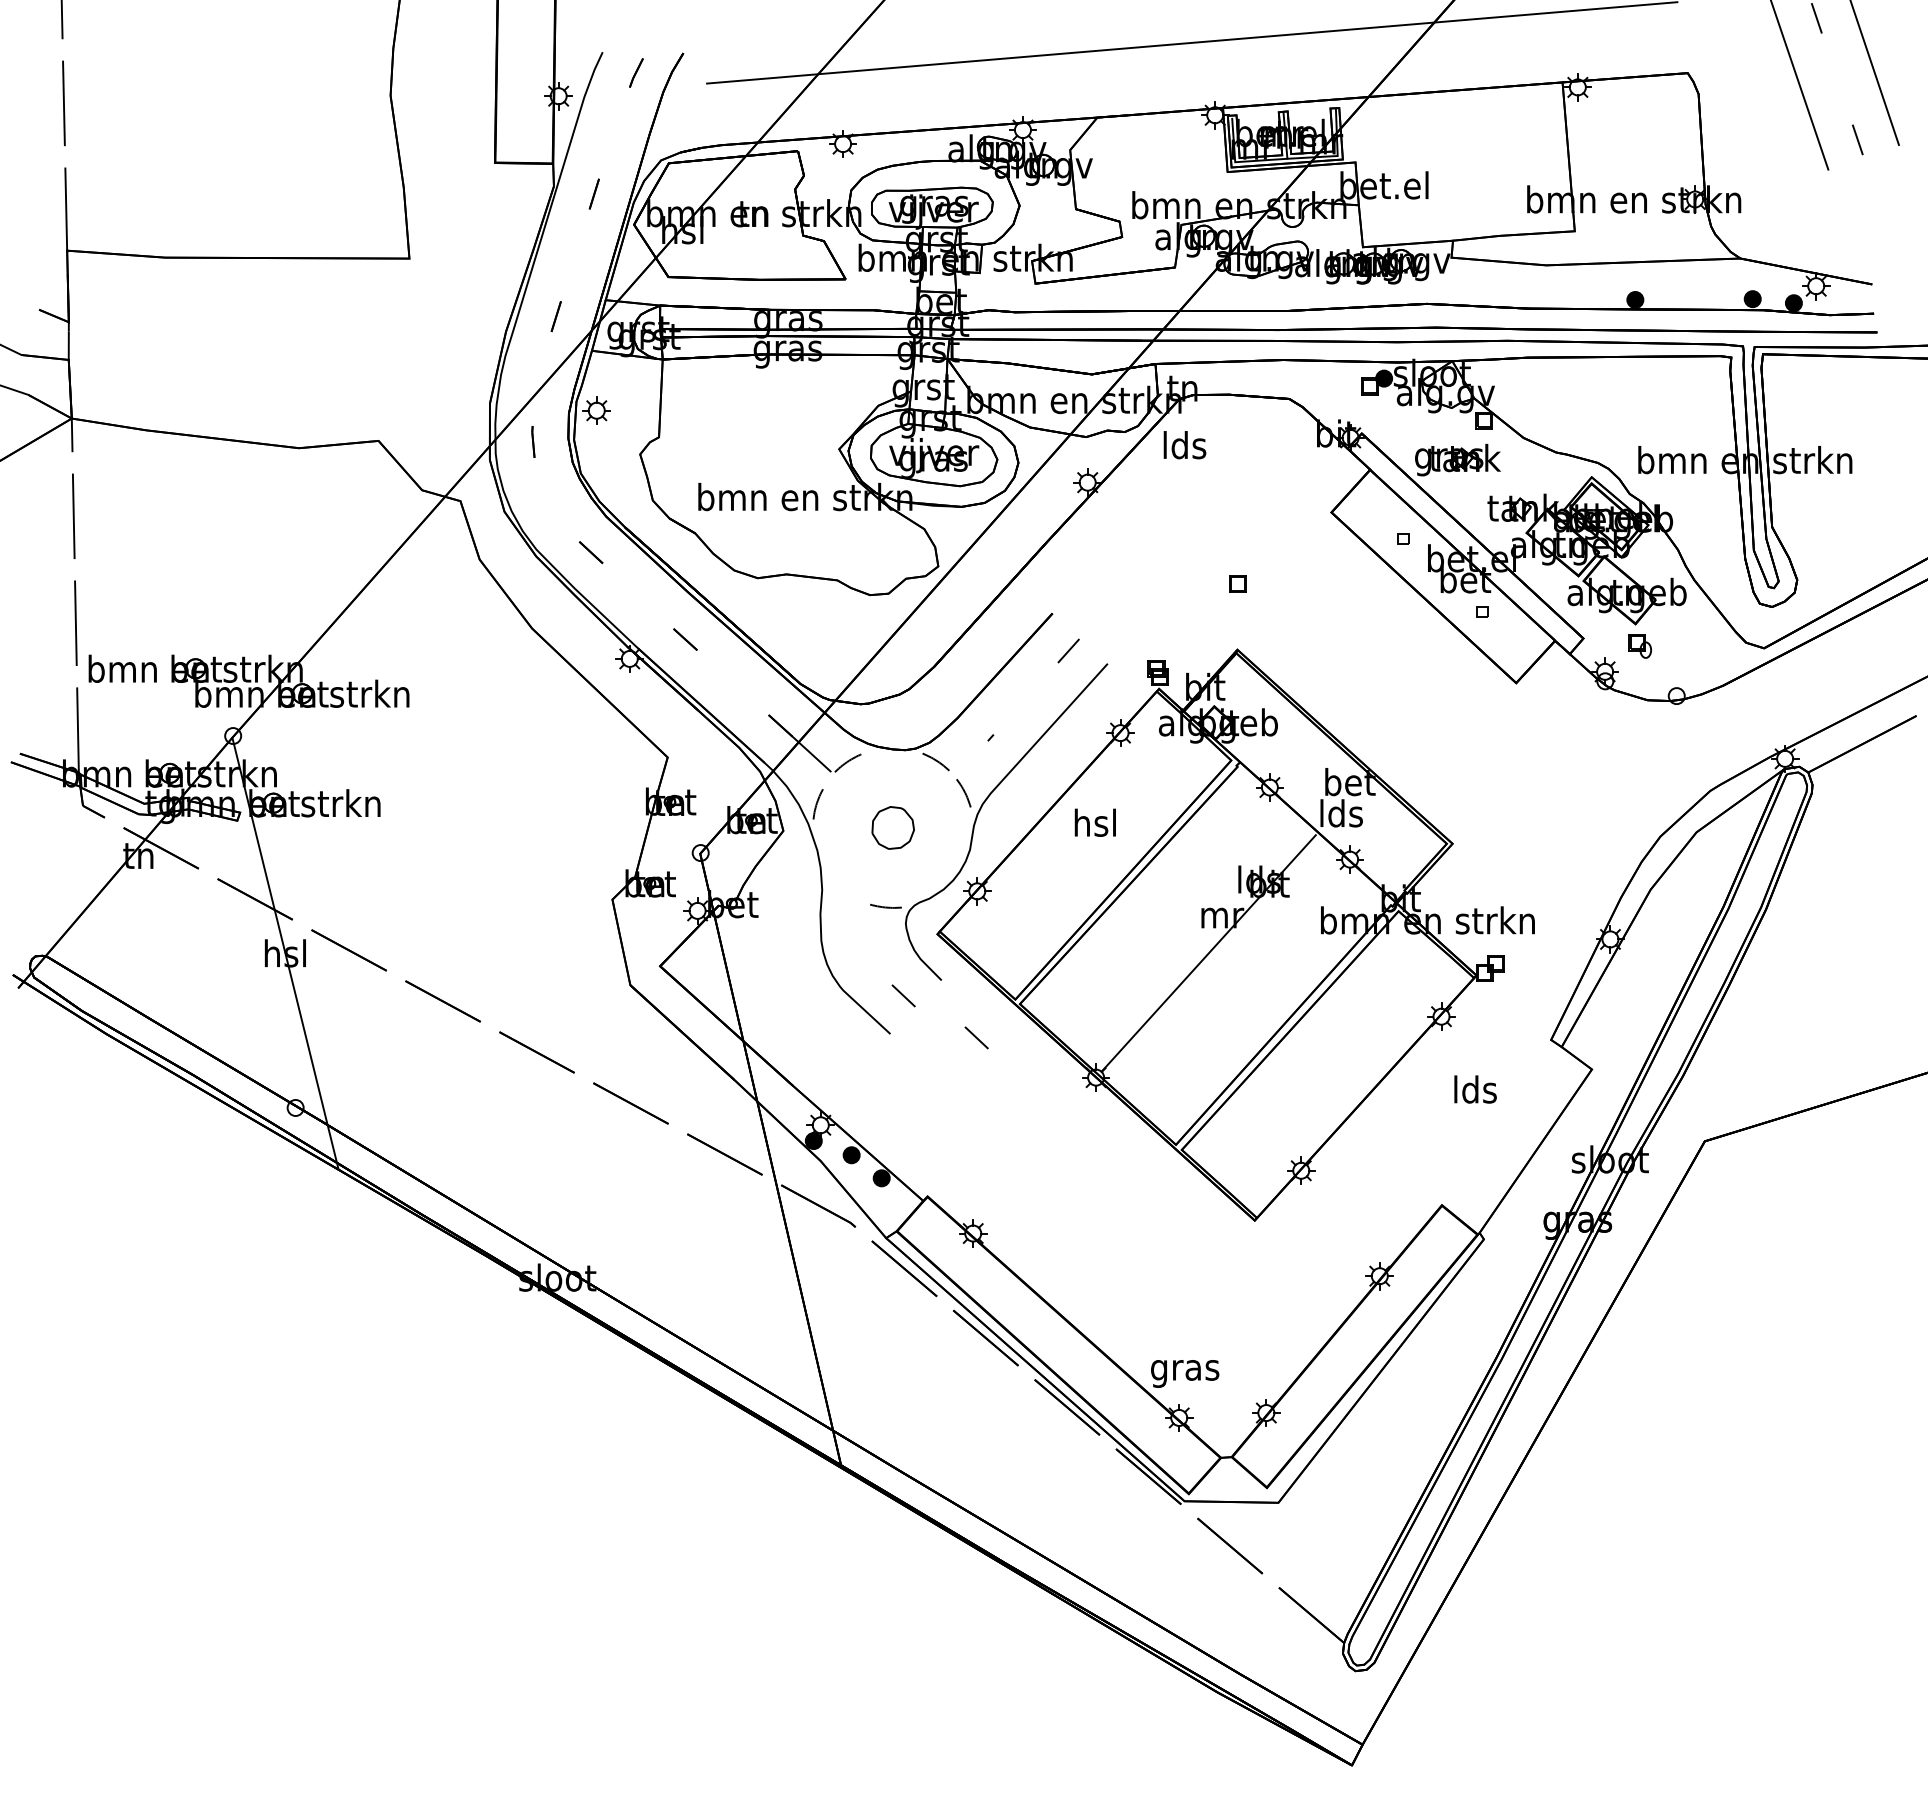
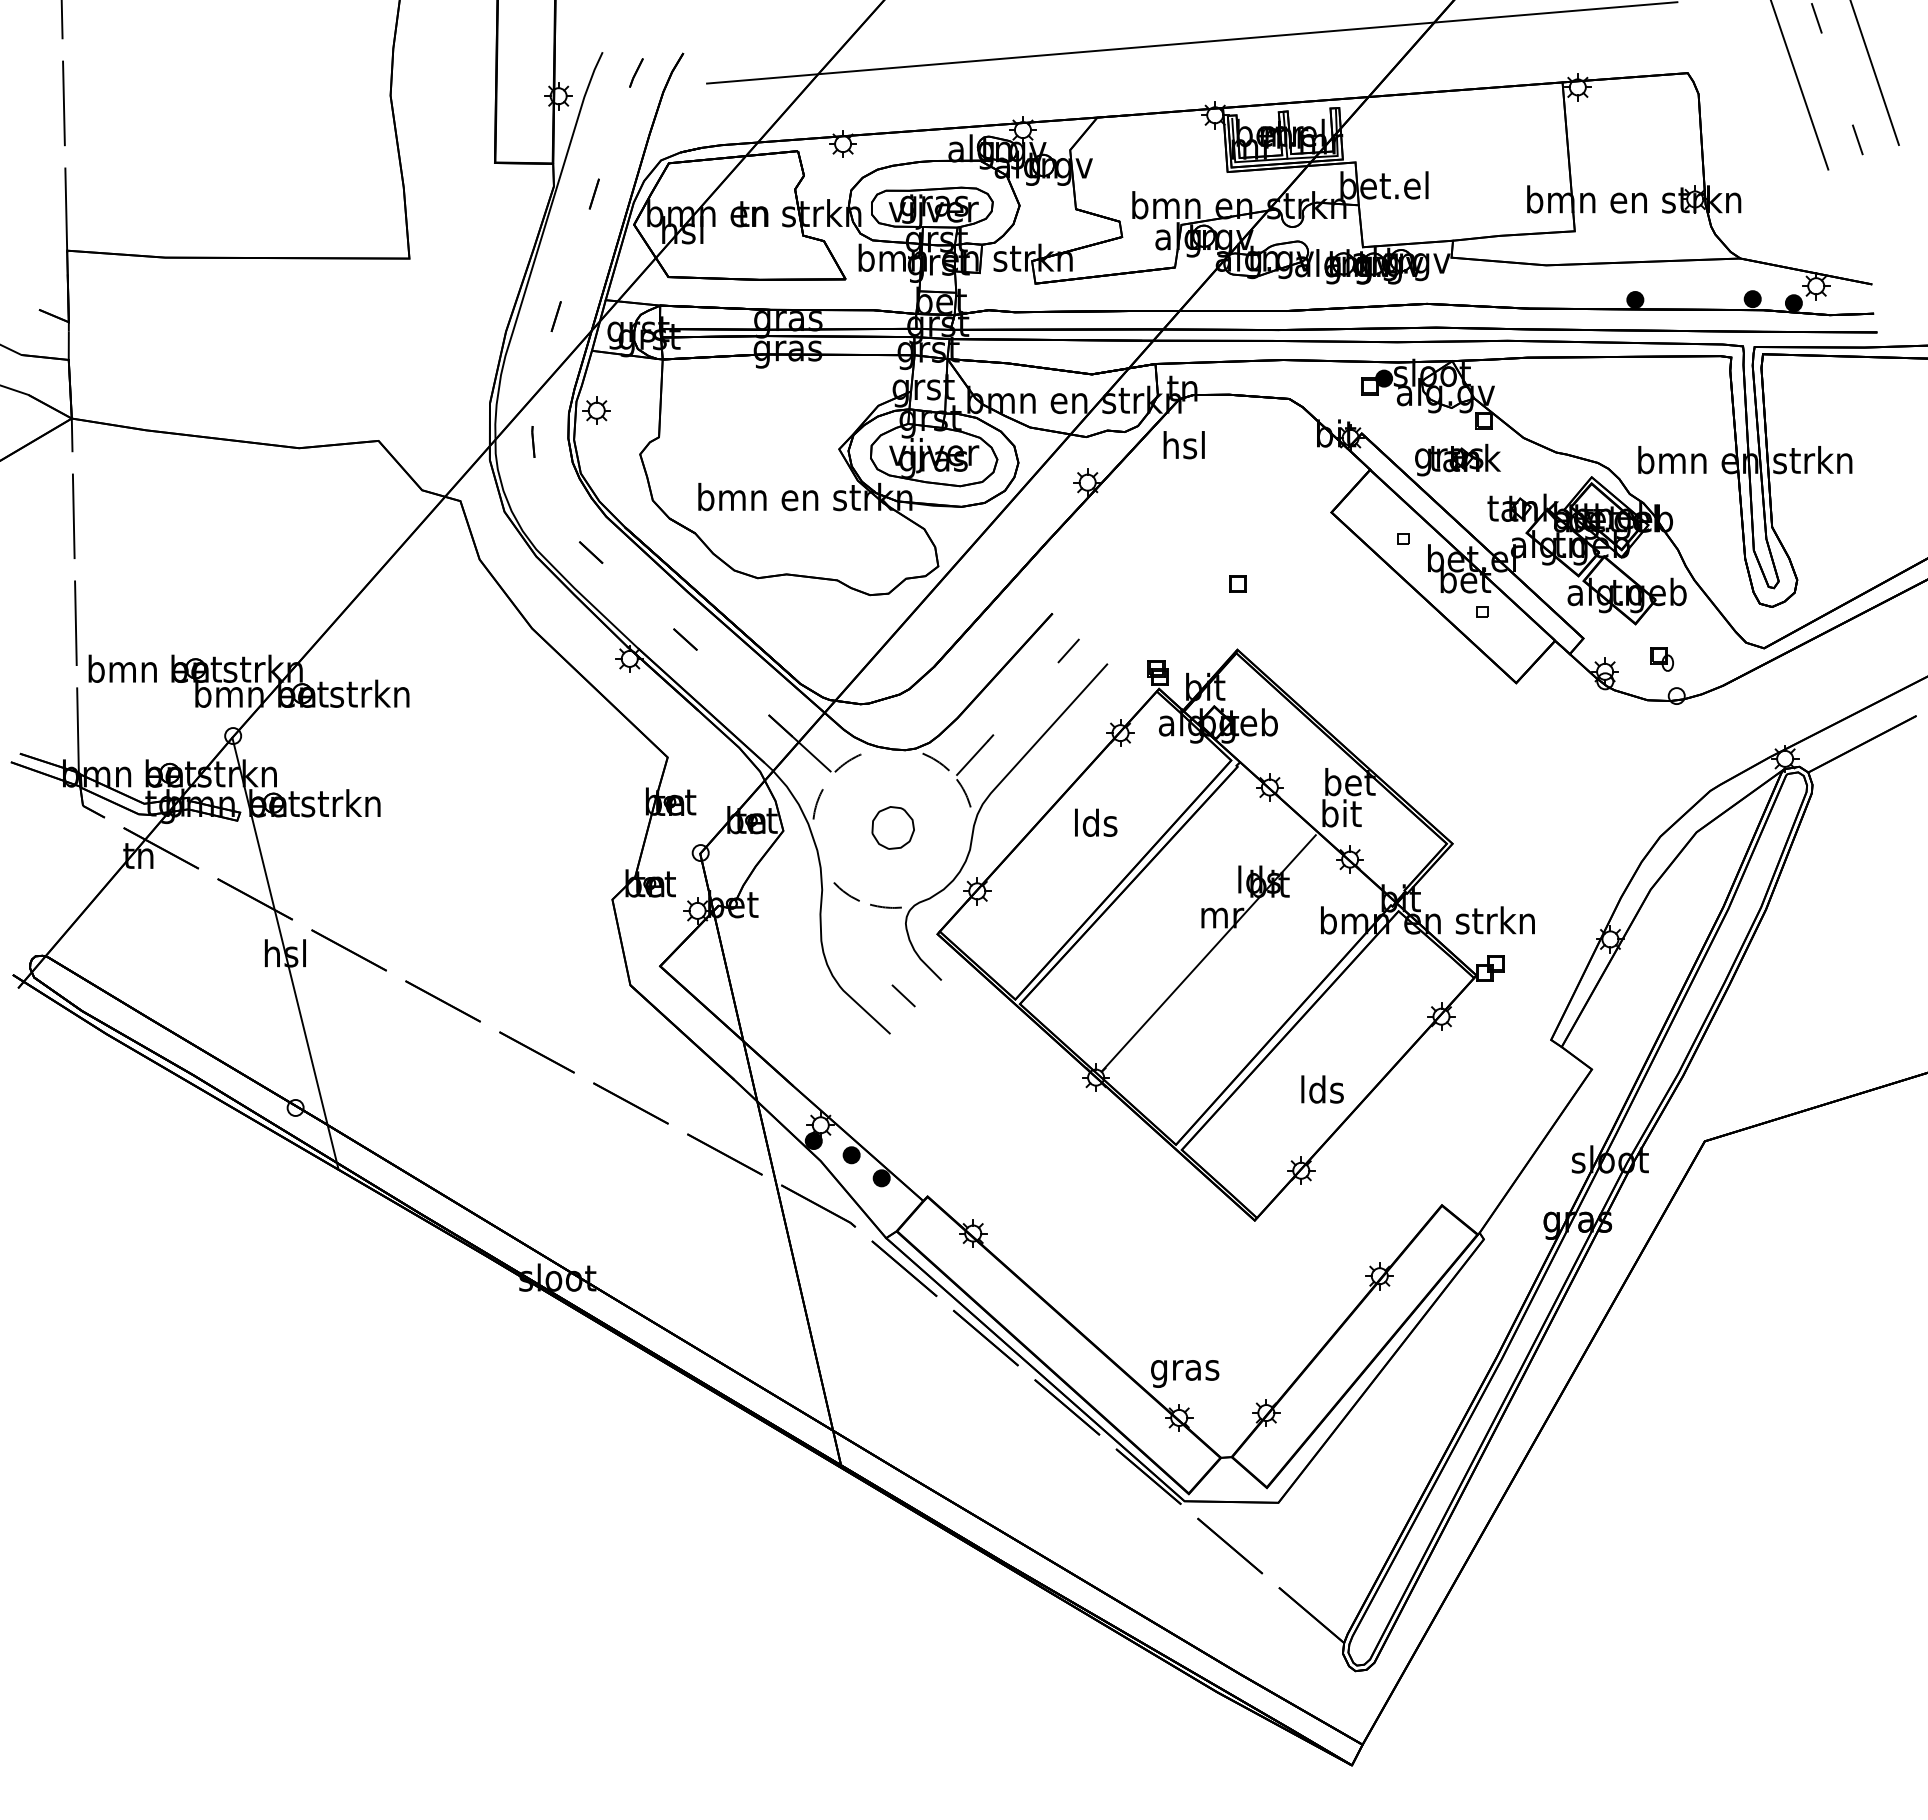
text at (1184, 445): lds -> hsl
part at (1639, 646) position: (1639, 646) -> (1661, 659)
line at (972, 757): none -> present
text at (1341, 813): lds -> bit
text at (1095, 822): hsl -> lds
curve at (845, 891): none -> present
line at (976, 1037): present -> none
text at (1475, 1089) position: (1475, 1089) -> (1322, 1089)
